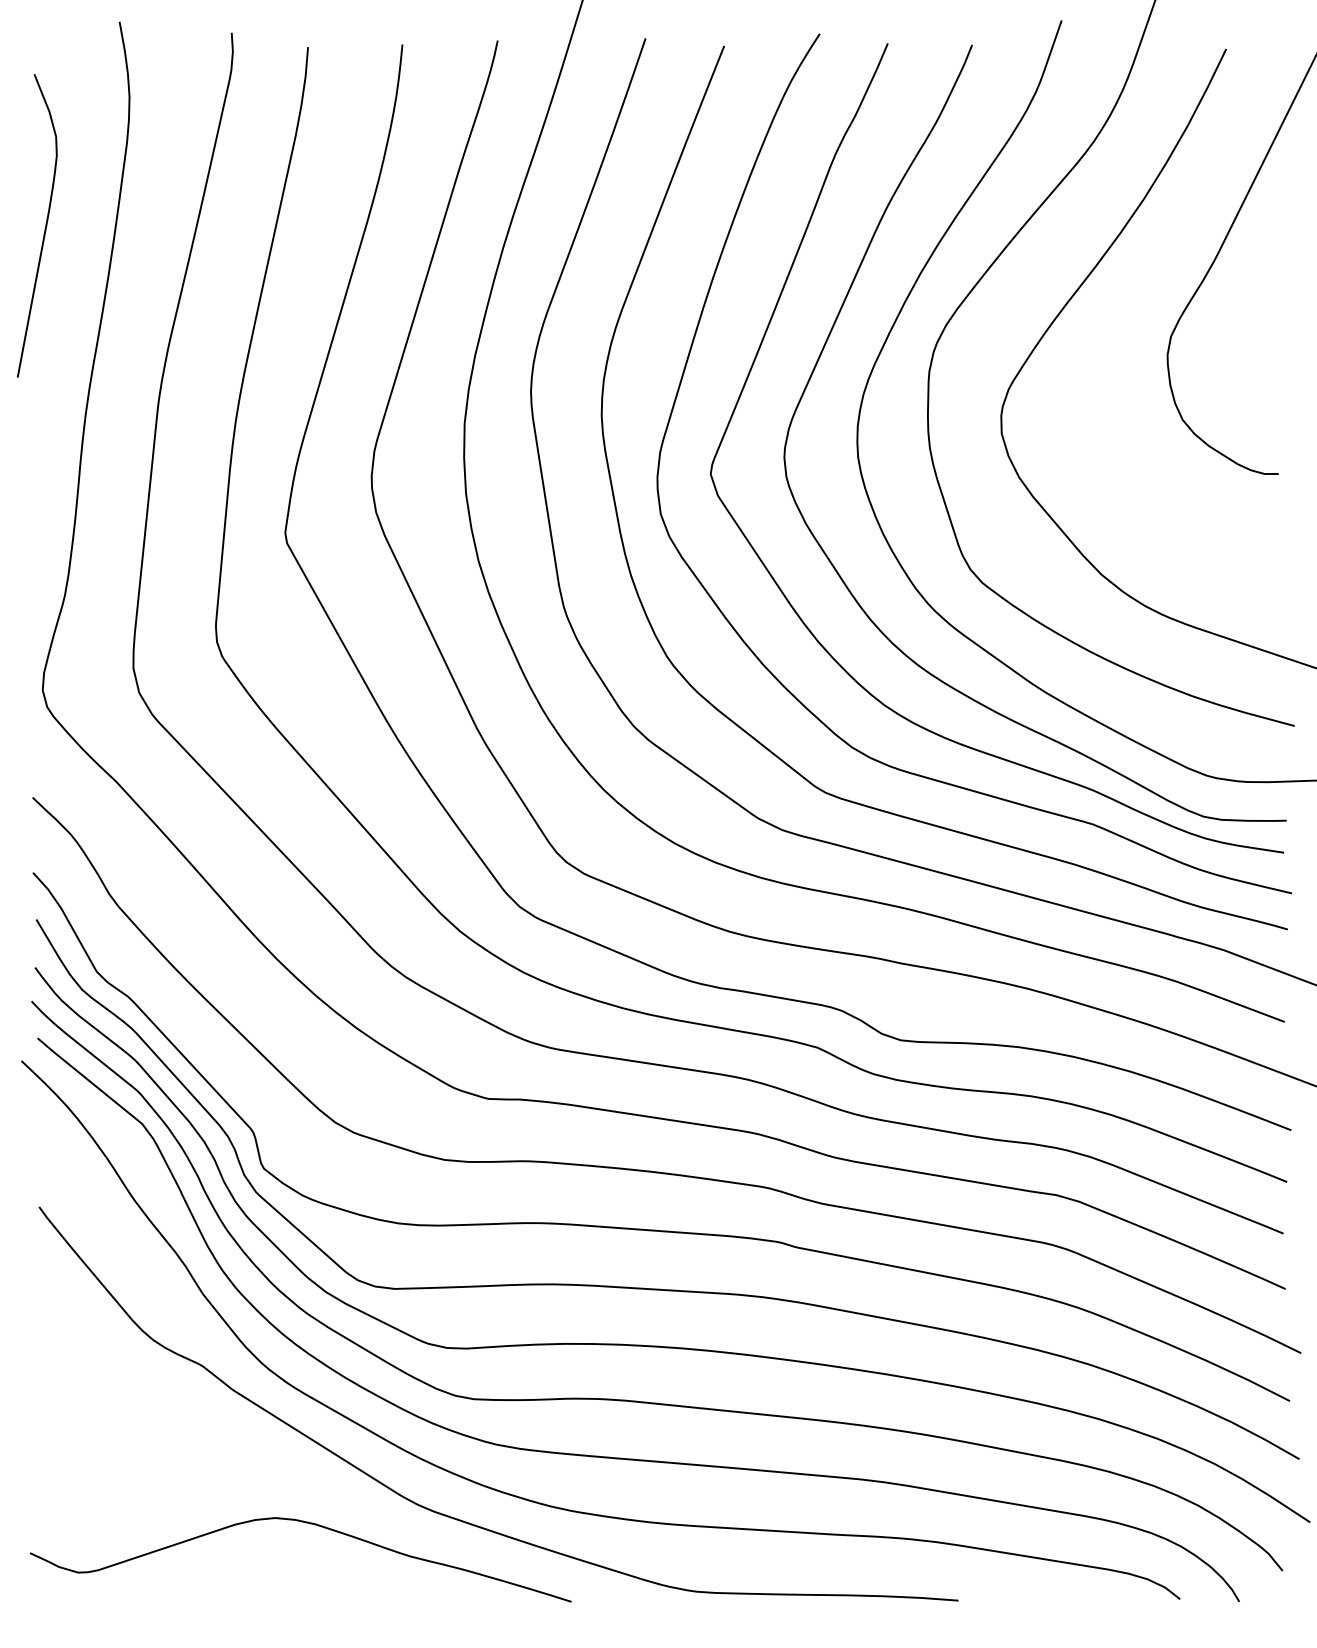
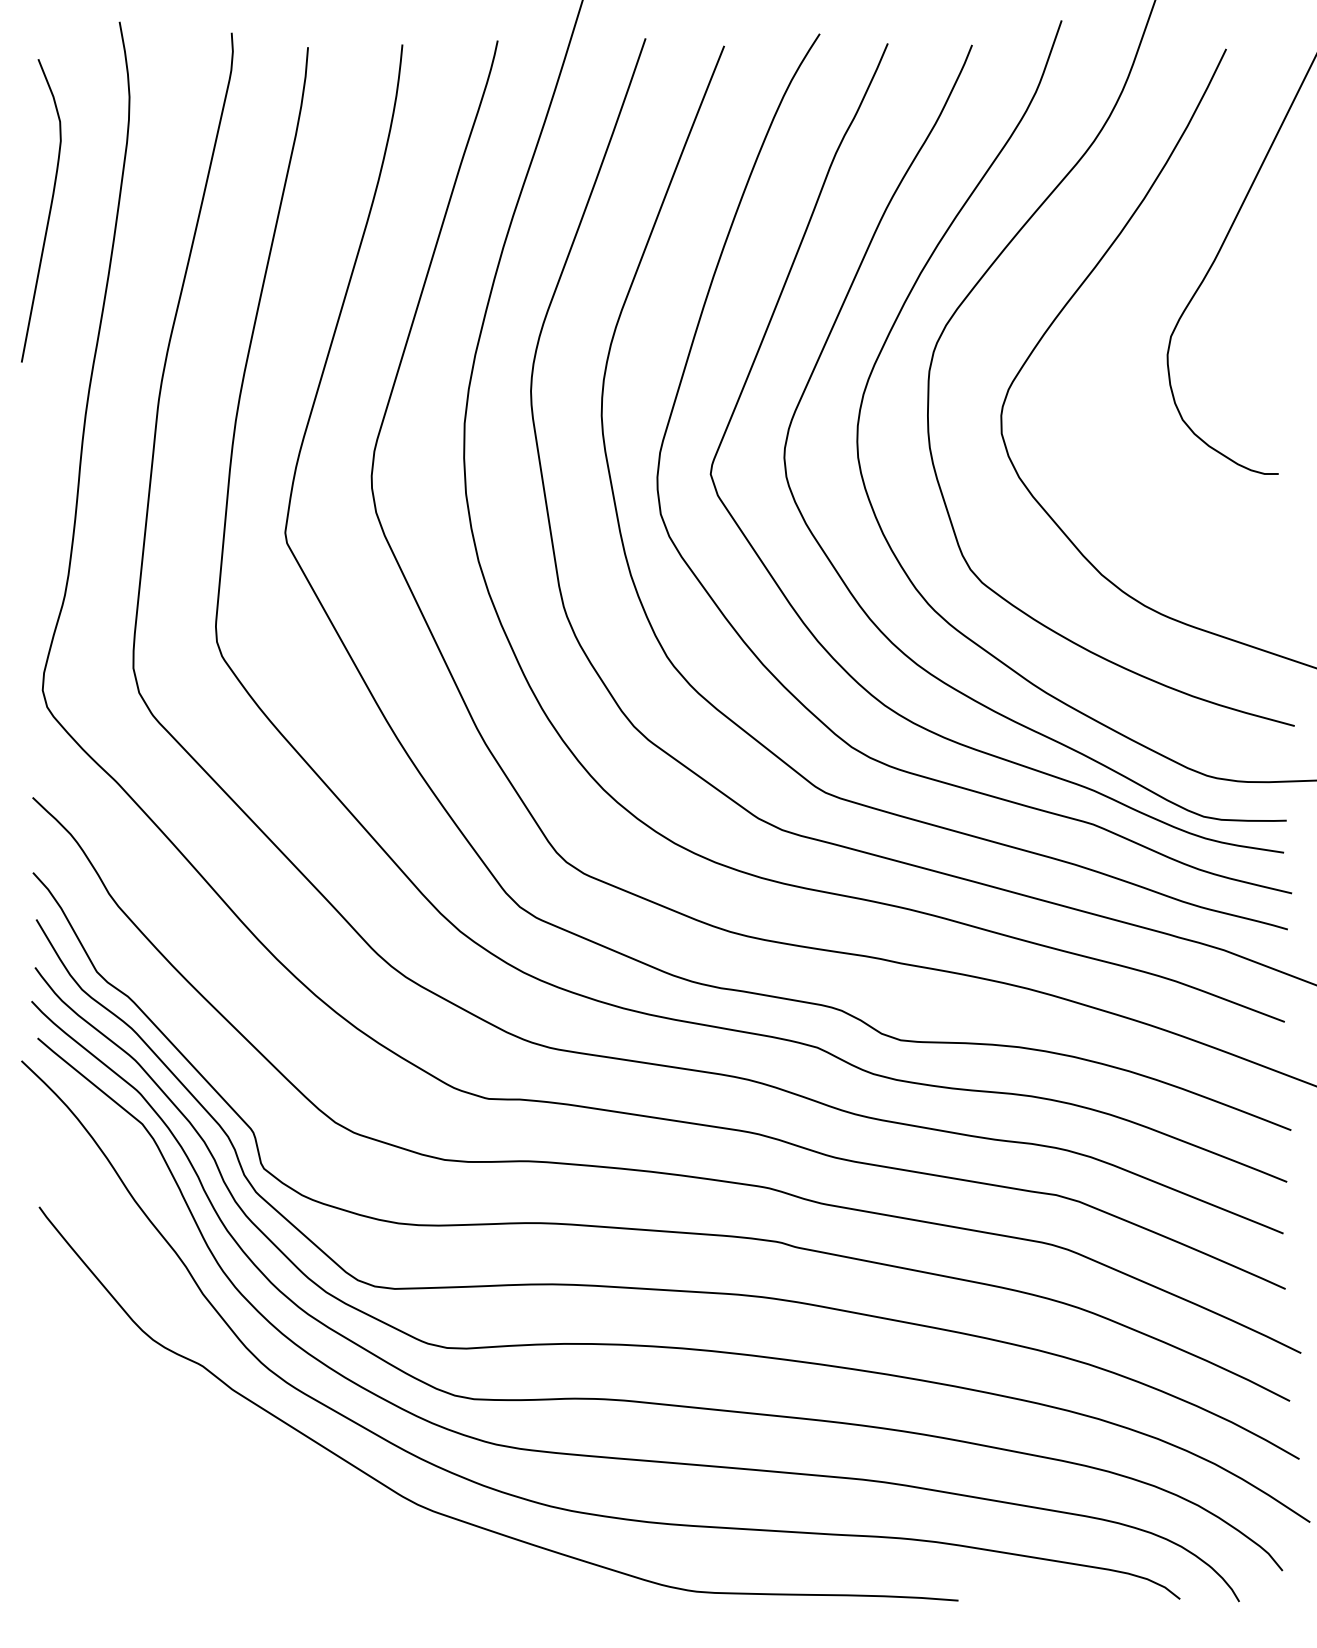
curve at (44, 228) position: (44, 228) -> (48, 213)
curve at (305, 1523): present -> none
